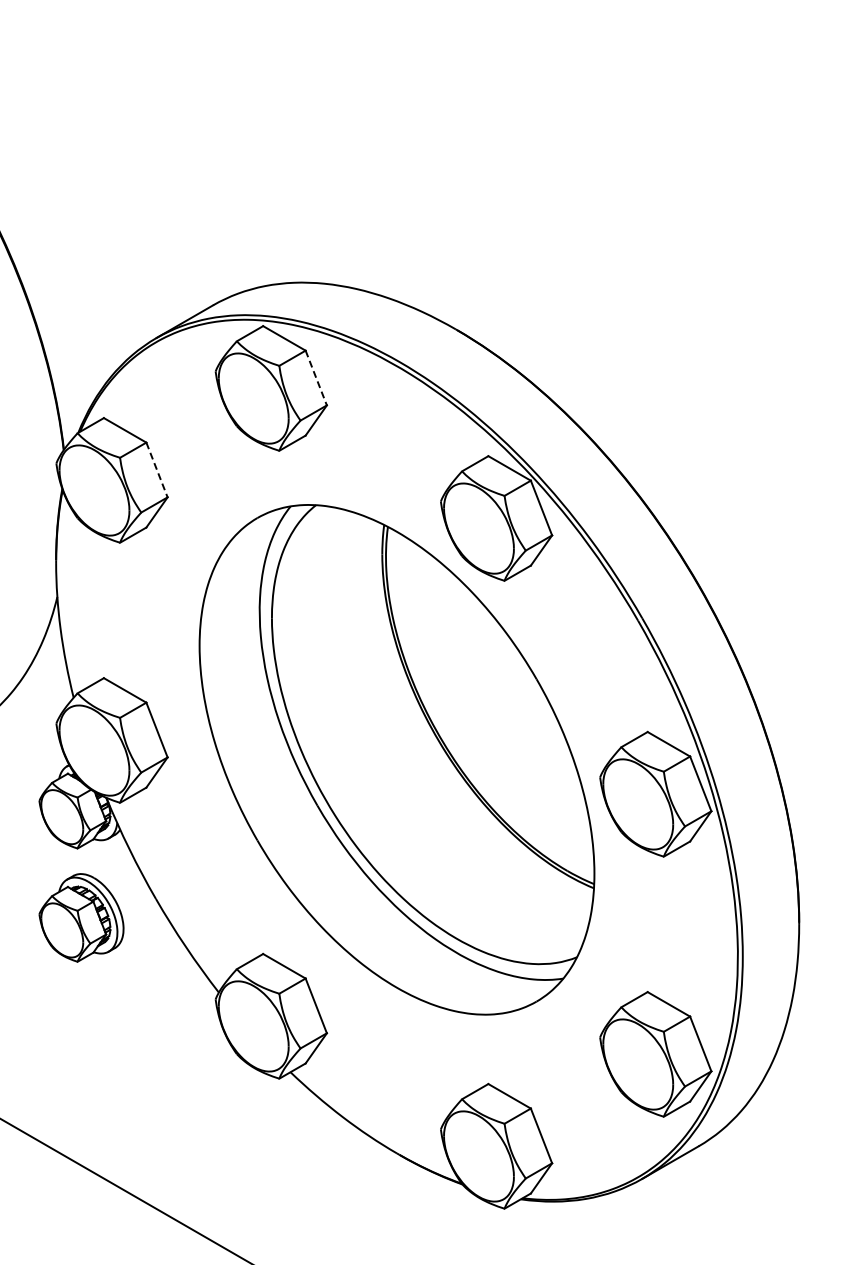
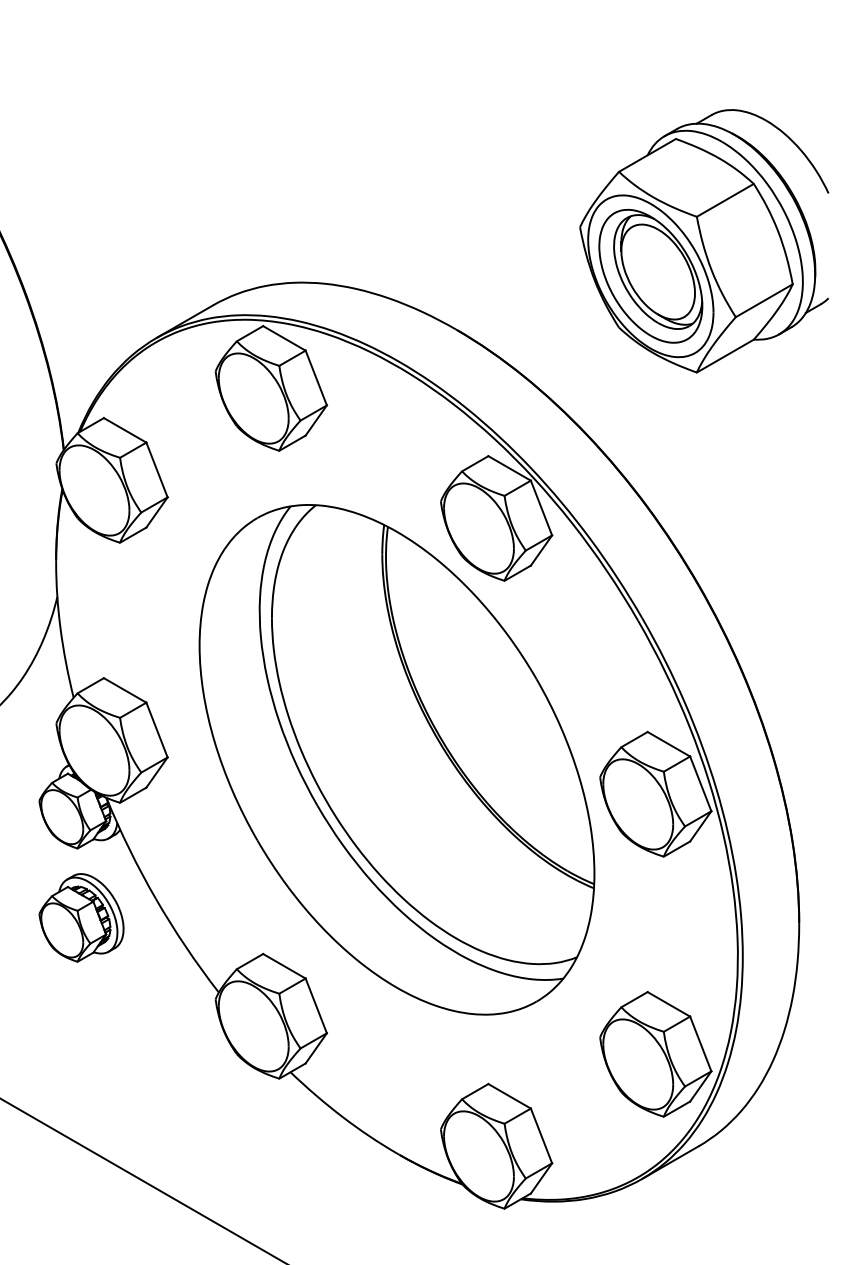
part at (704, 241): none -> present
line at (316, 378): dashed -> solid
line at (157, 470): dashed -> solid
line at (124, 1190) position: (124, 1190) -> (142, 1180)
